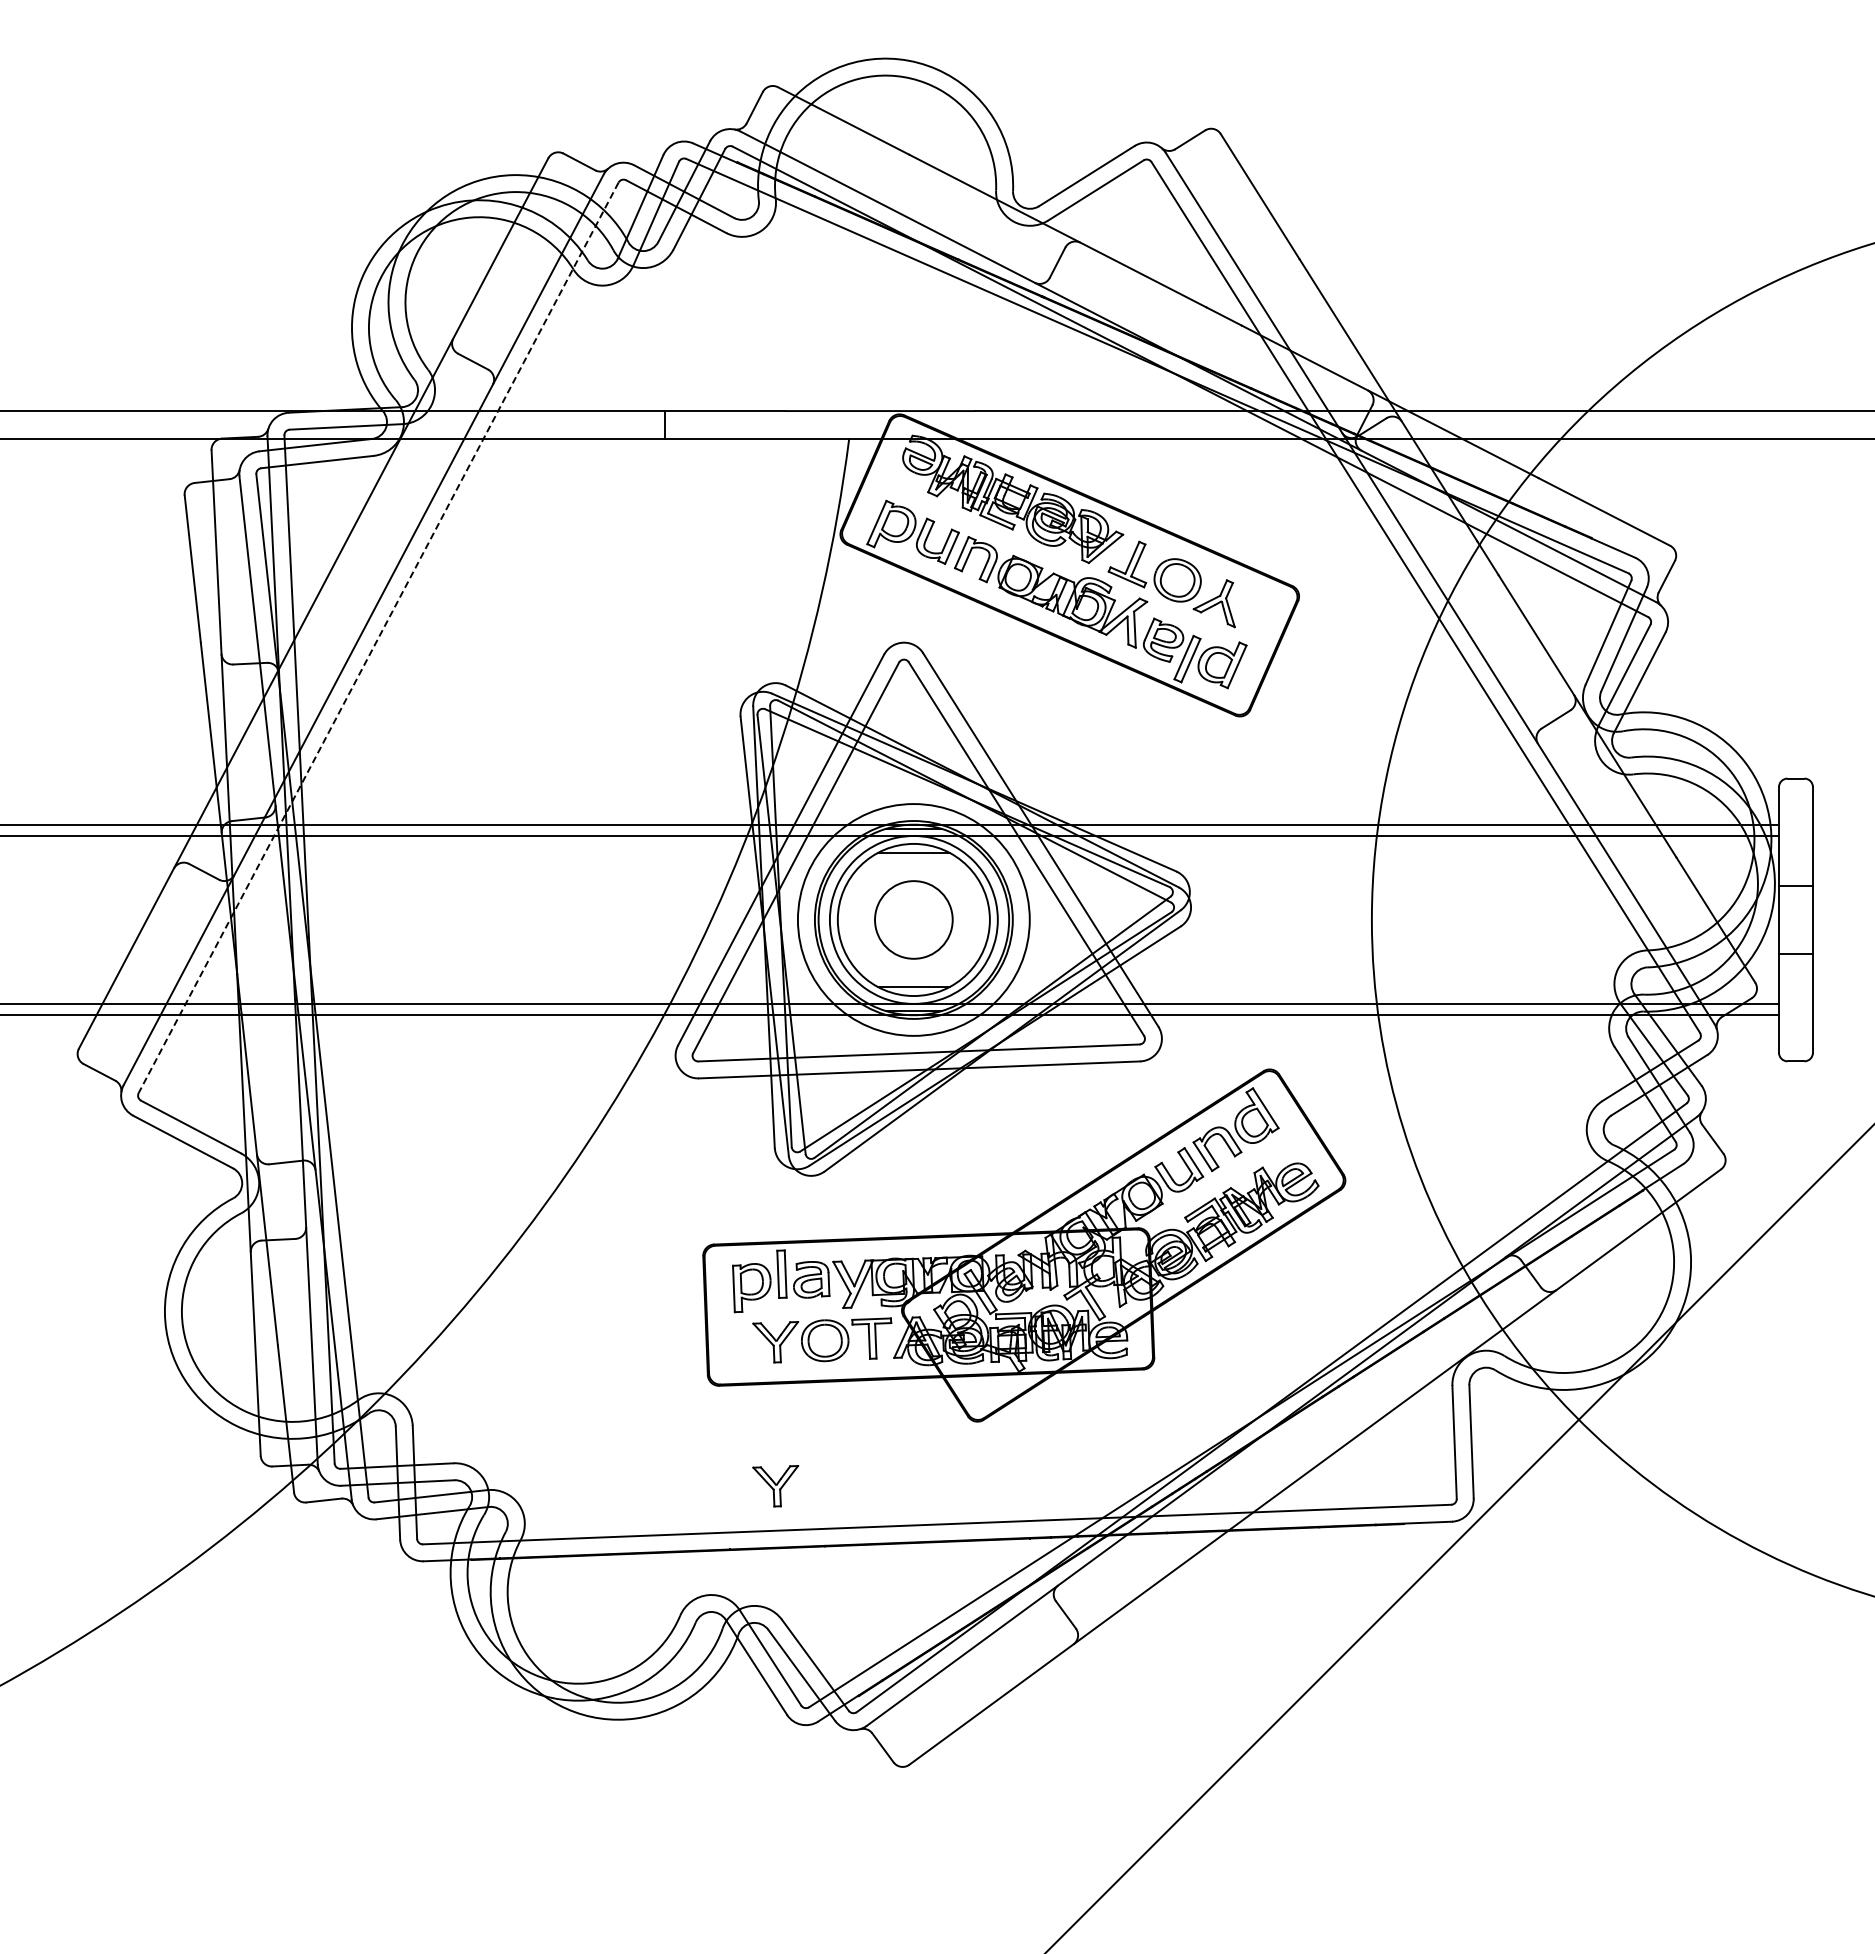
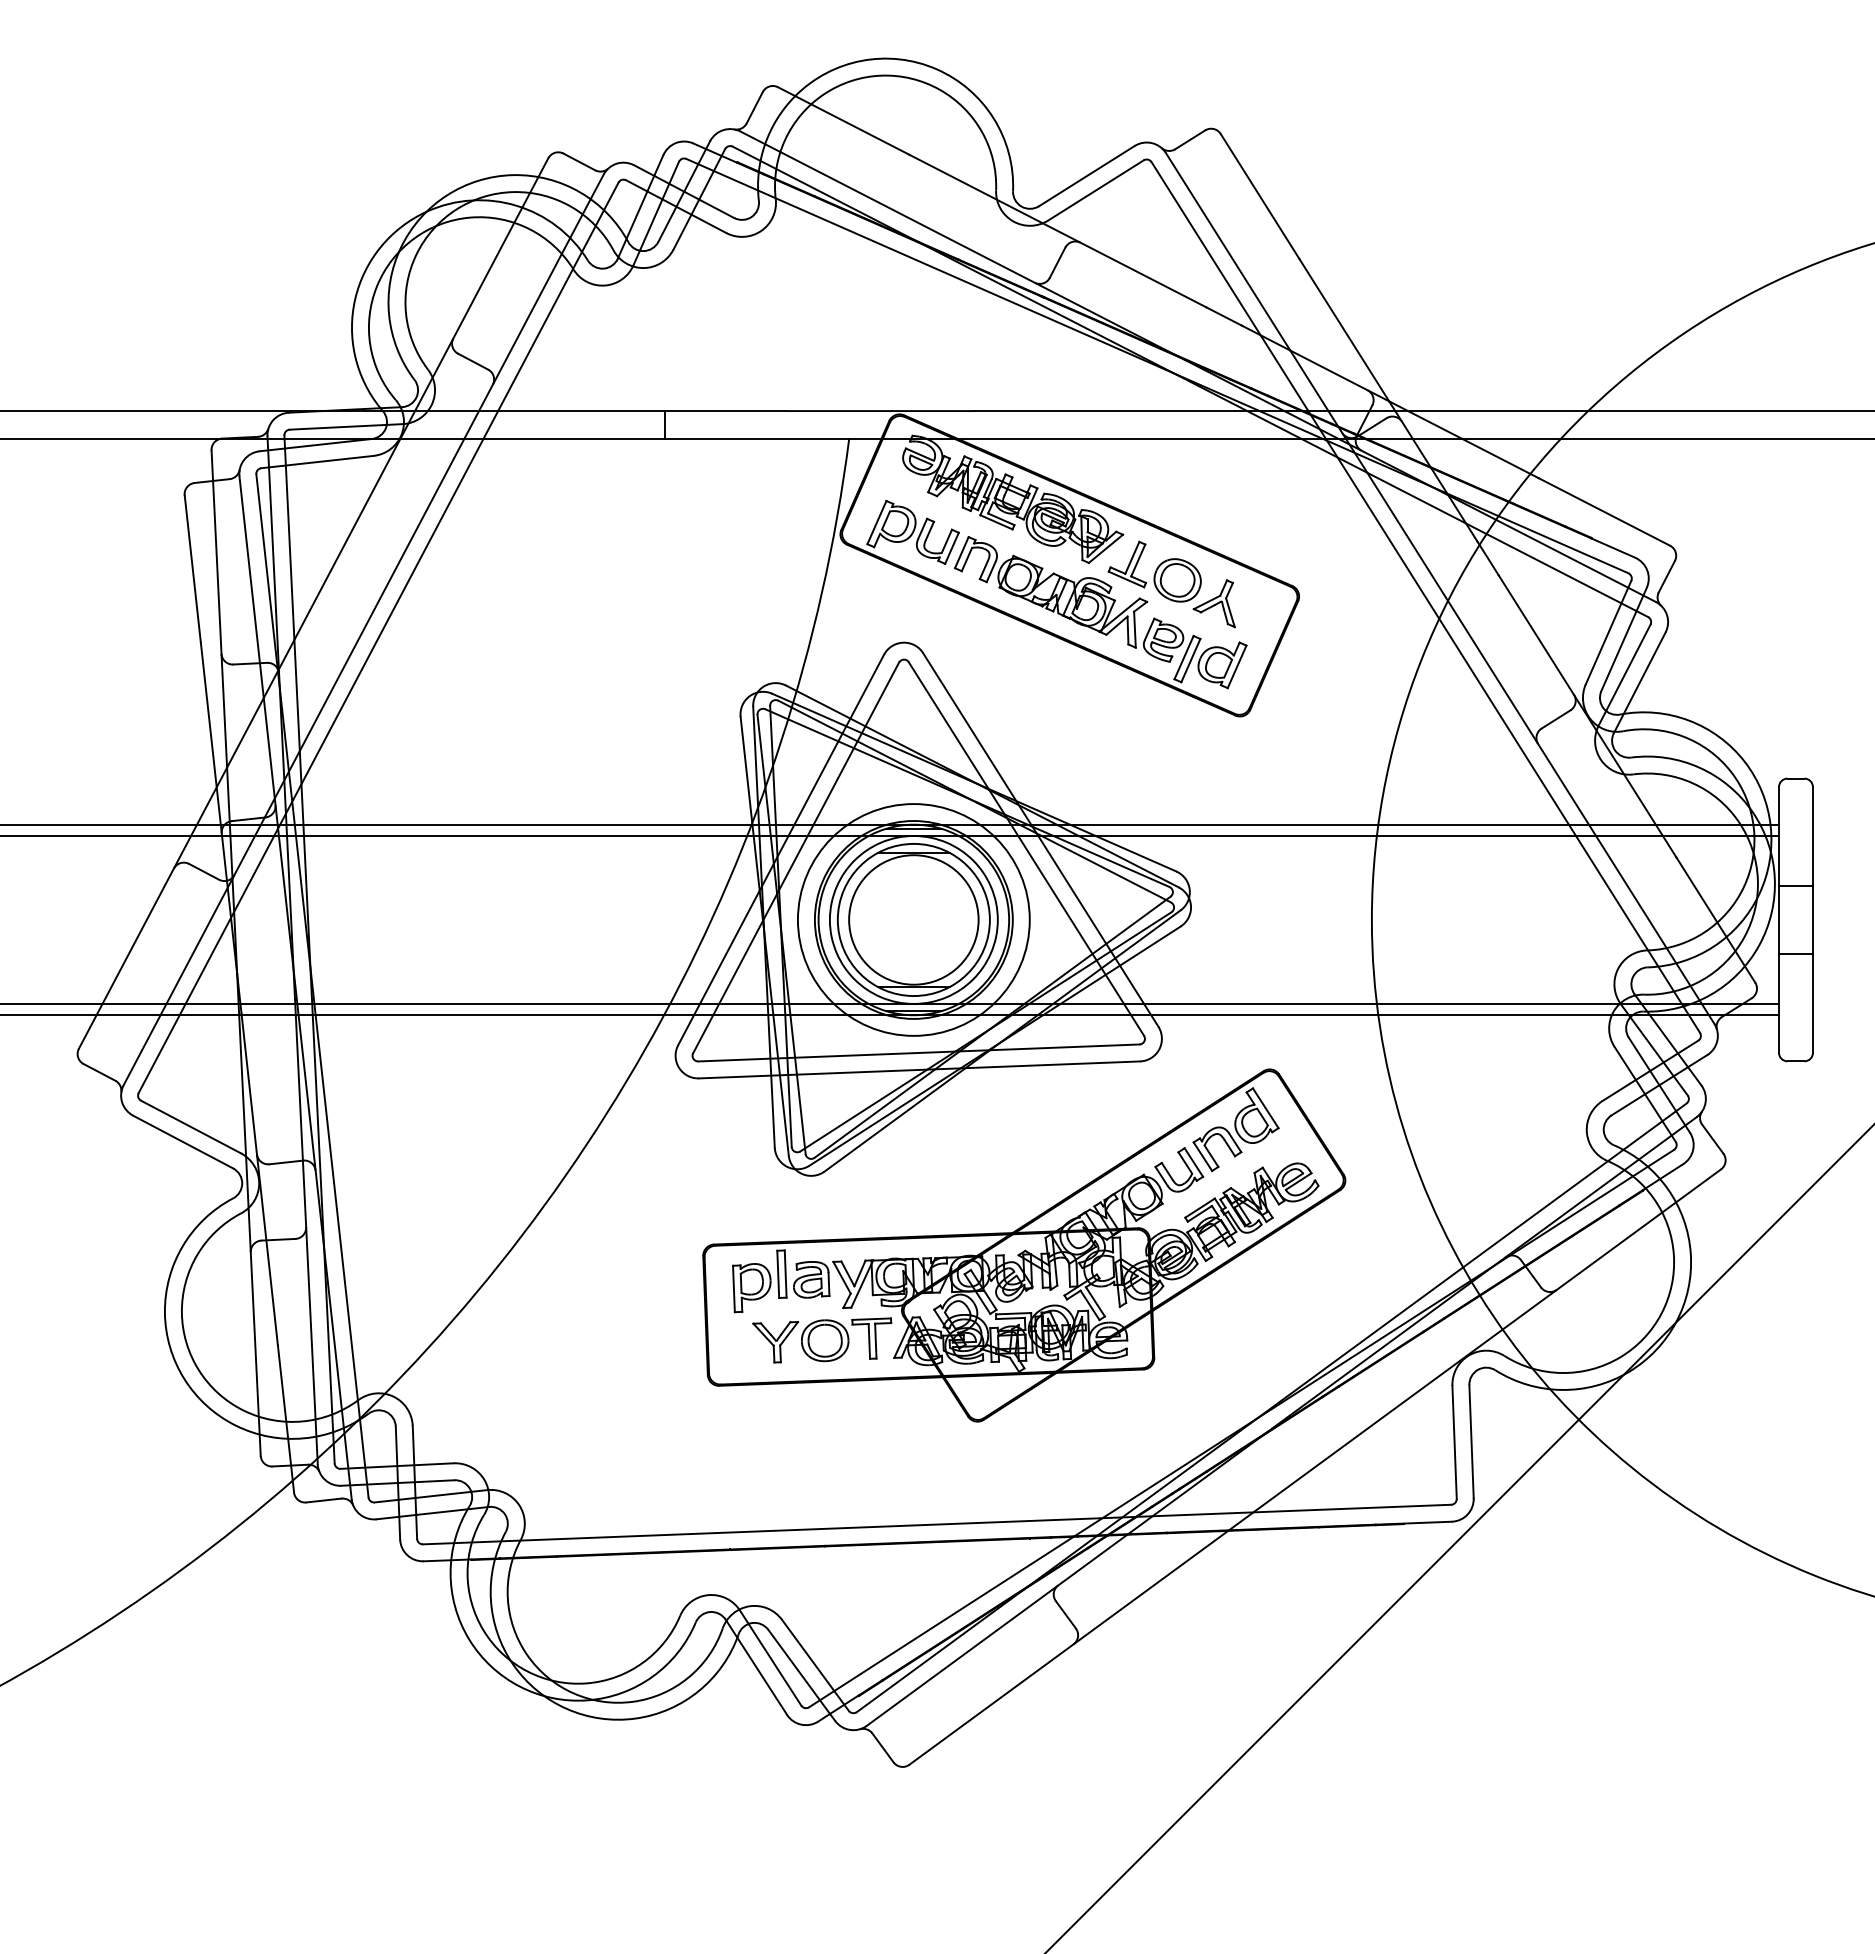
line at (378, 637): dashed -> solid
circle at (913, 919) diameter: 78 px -> 129 px
part at (775, 1486): present -> none
